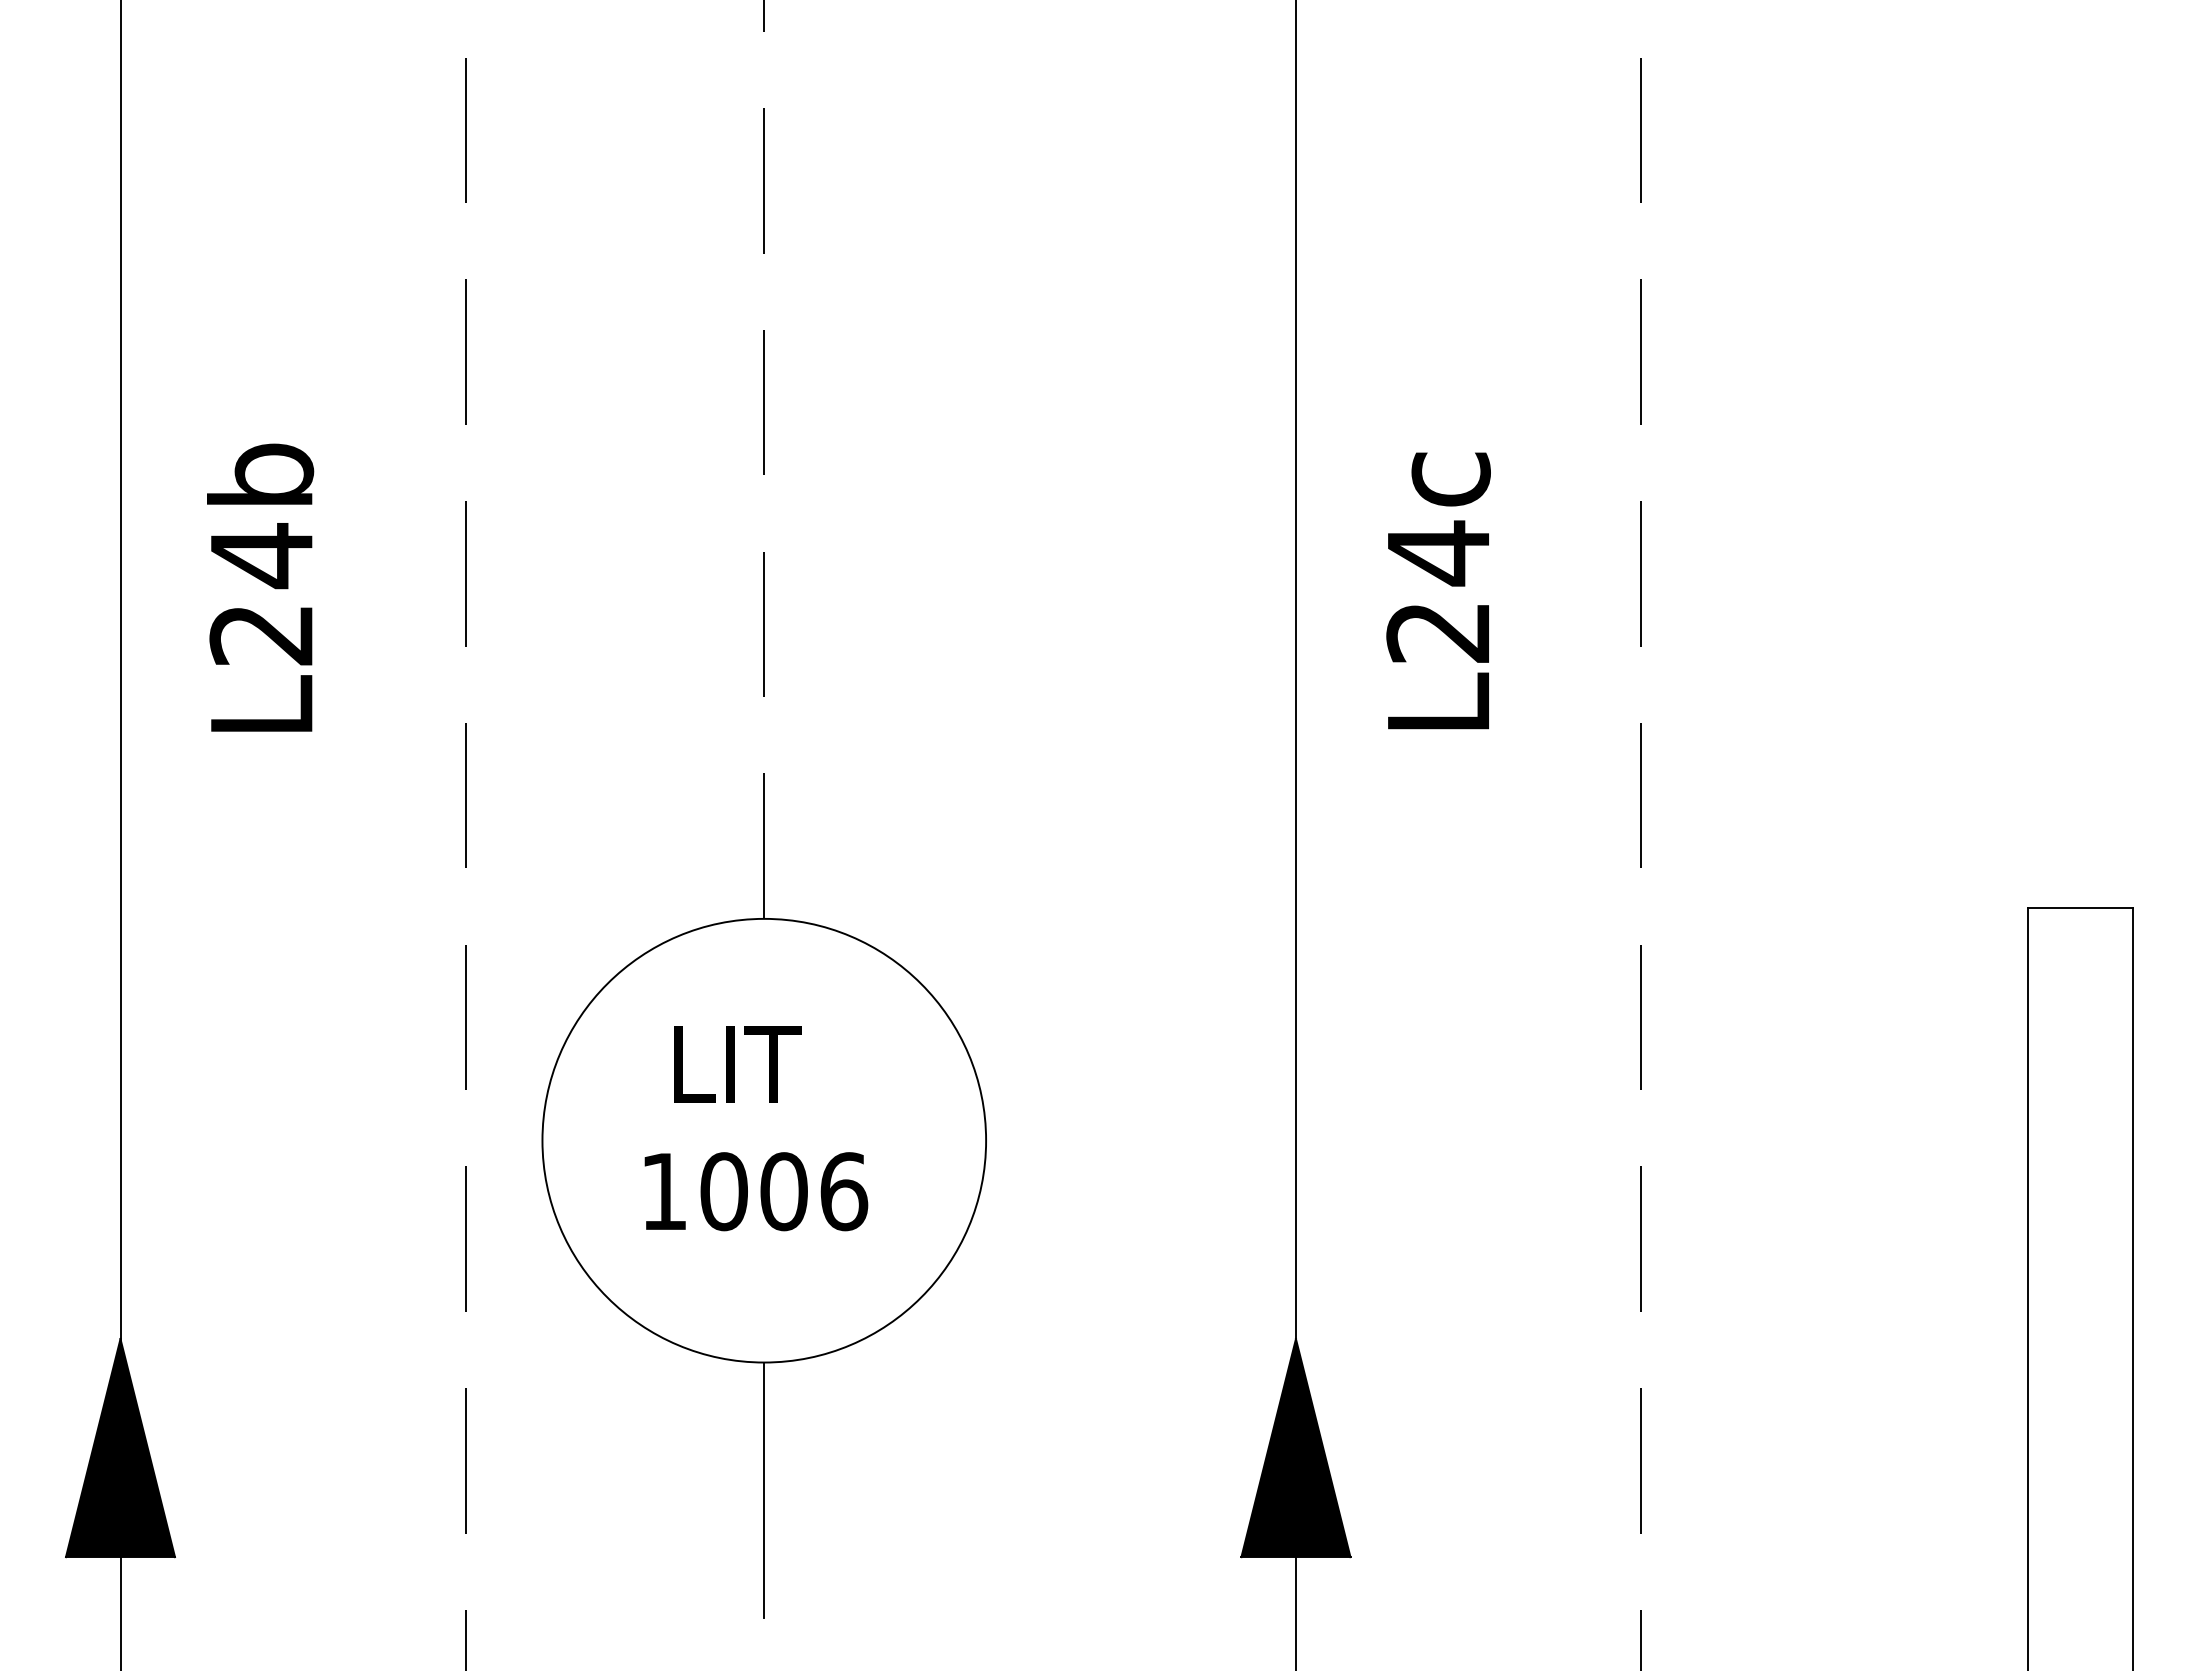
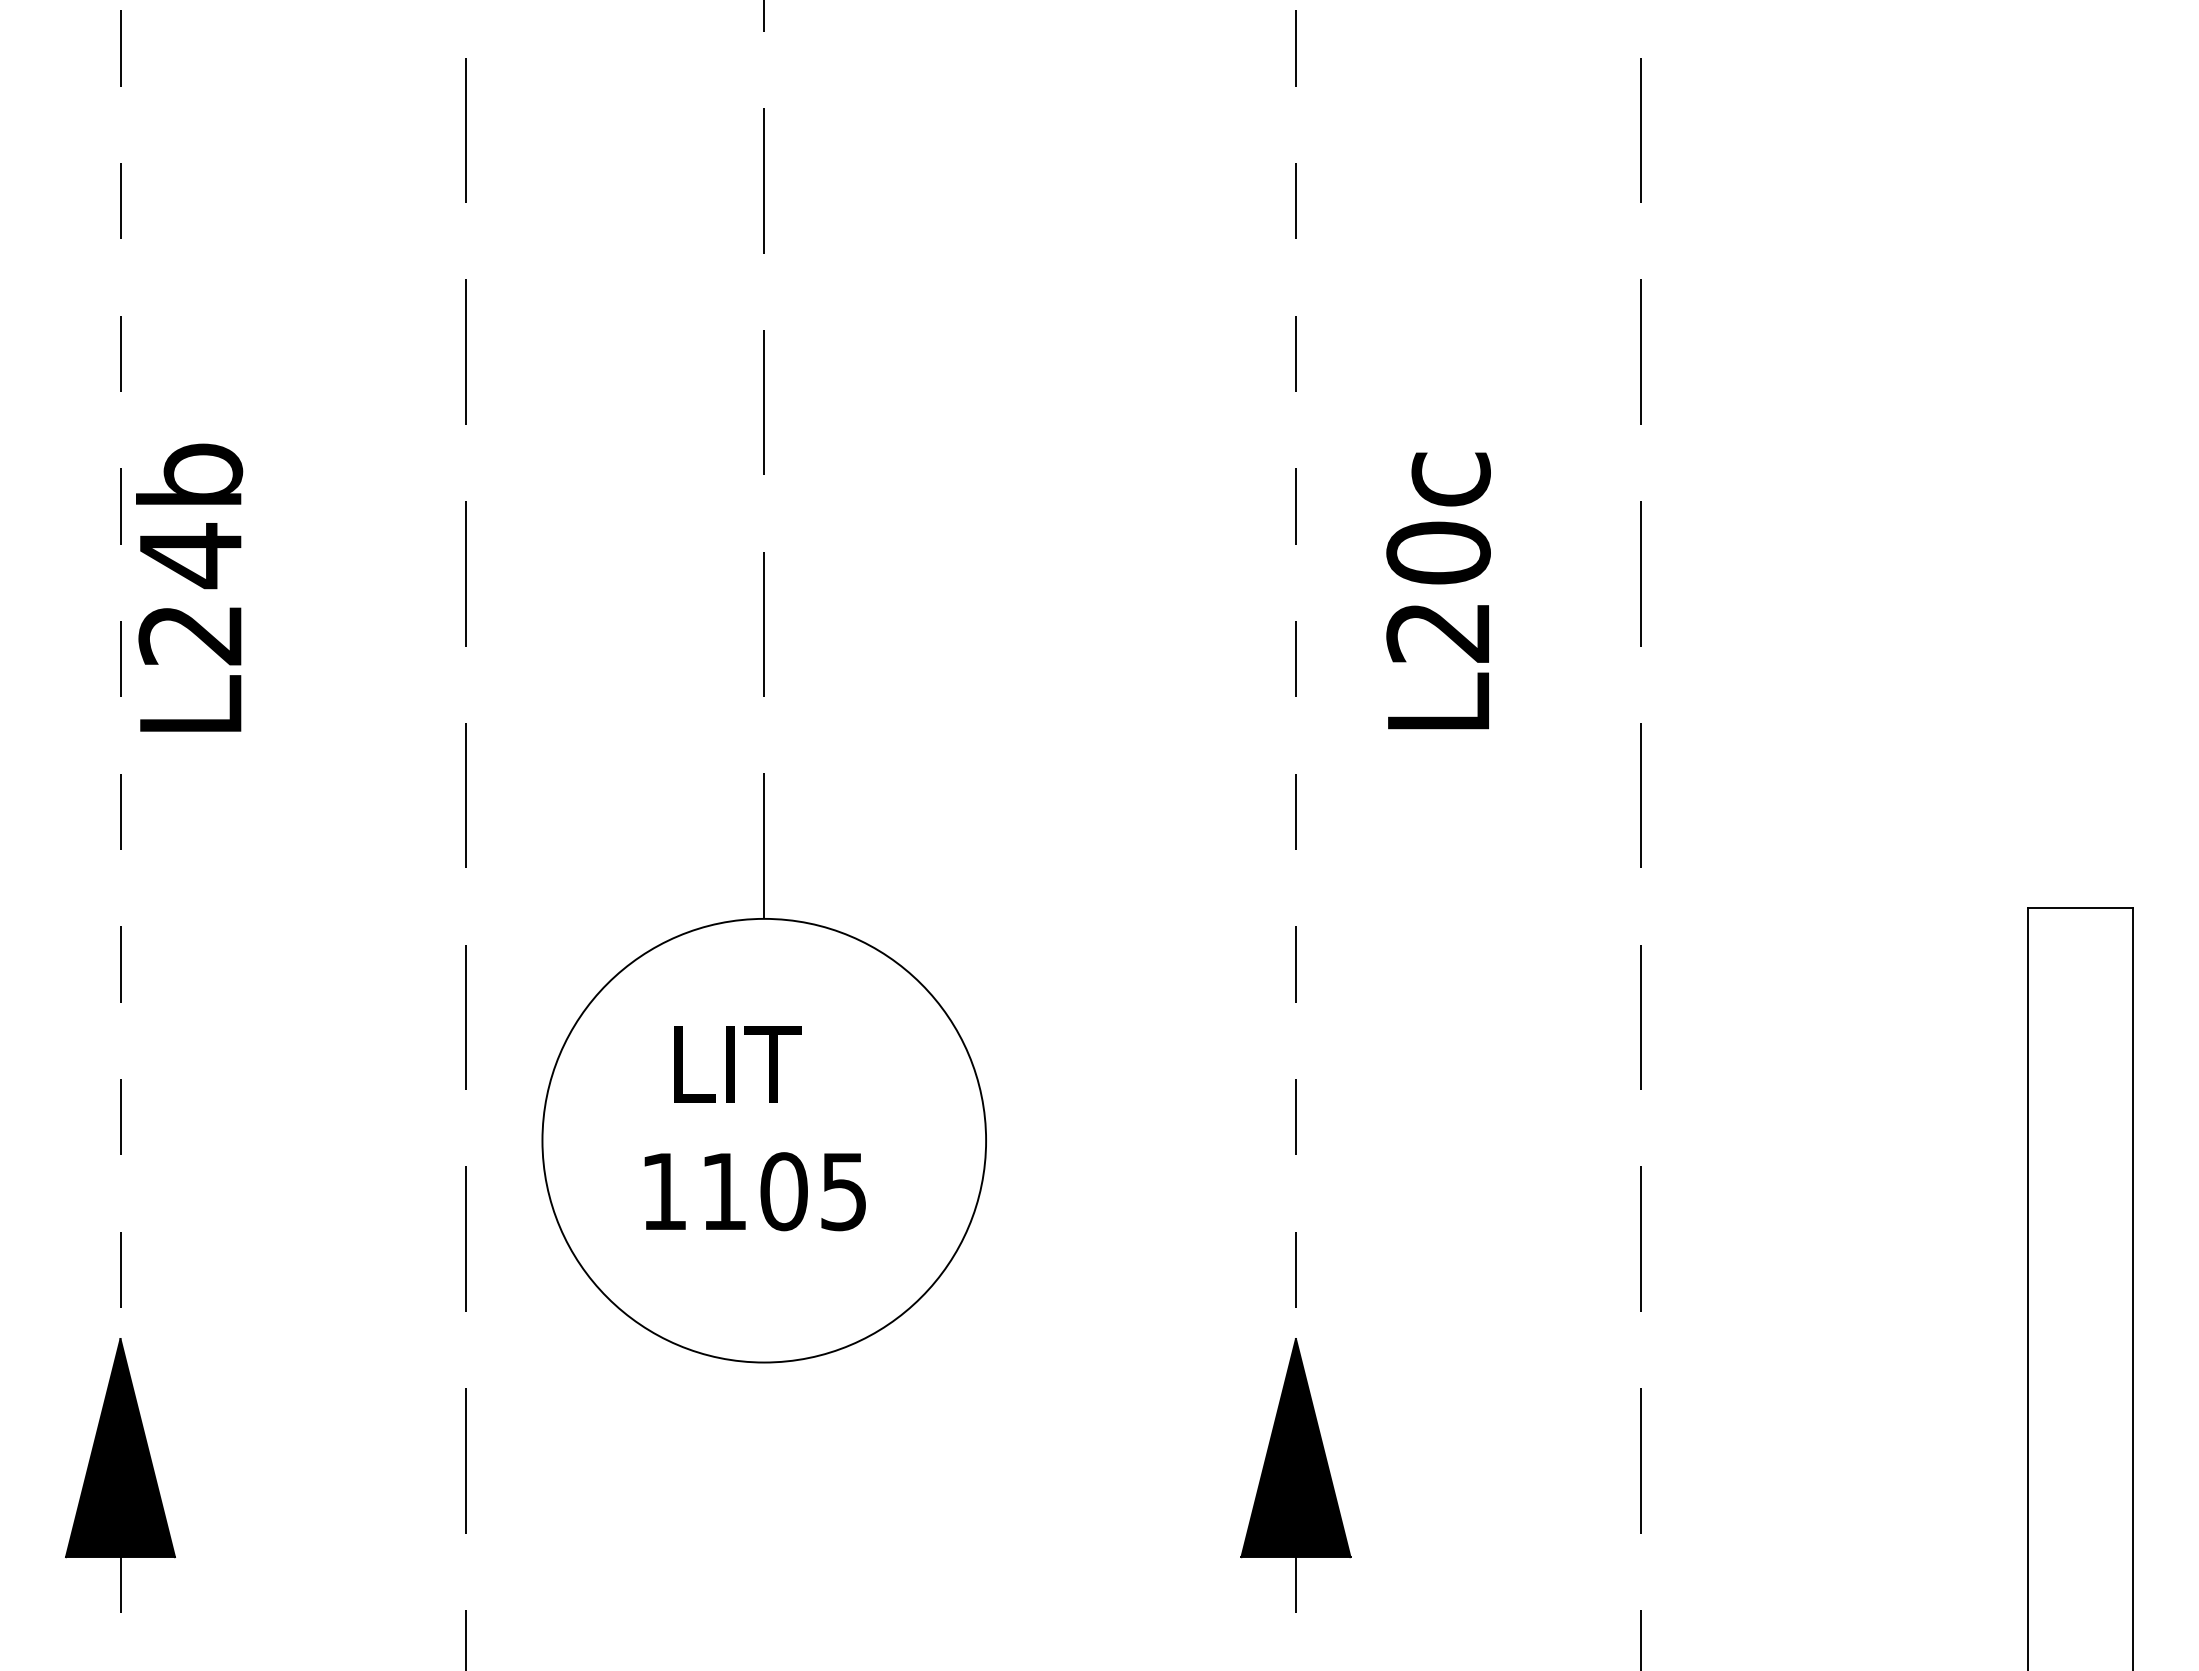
text at (1438, 553): L24c -> L20c
text at (260, 587) position: (260, 587) -> (189, 587)
line at (120, 835): solid -> dashed
line at (1295, 835): solid -> dashed
text at (784, 1191): 1006 -> 1105
line at (764, 1489): present -> none
